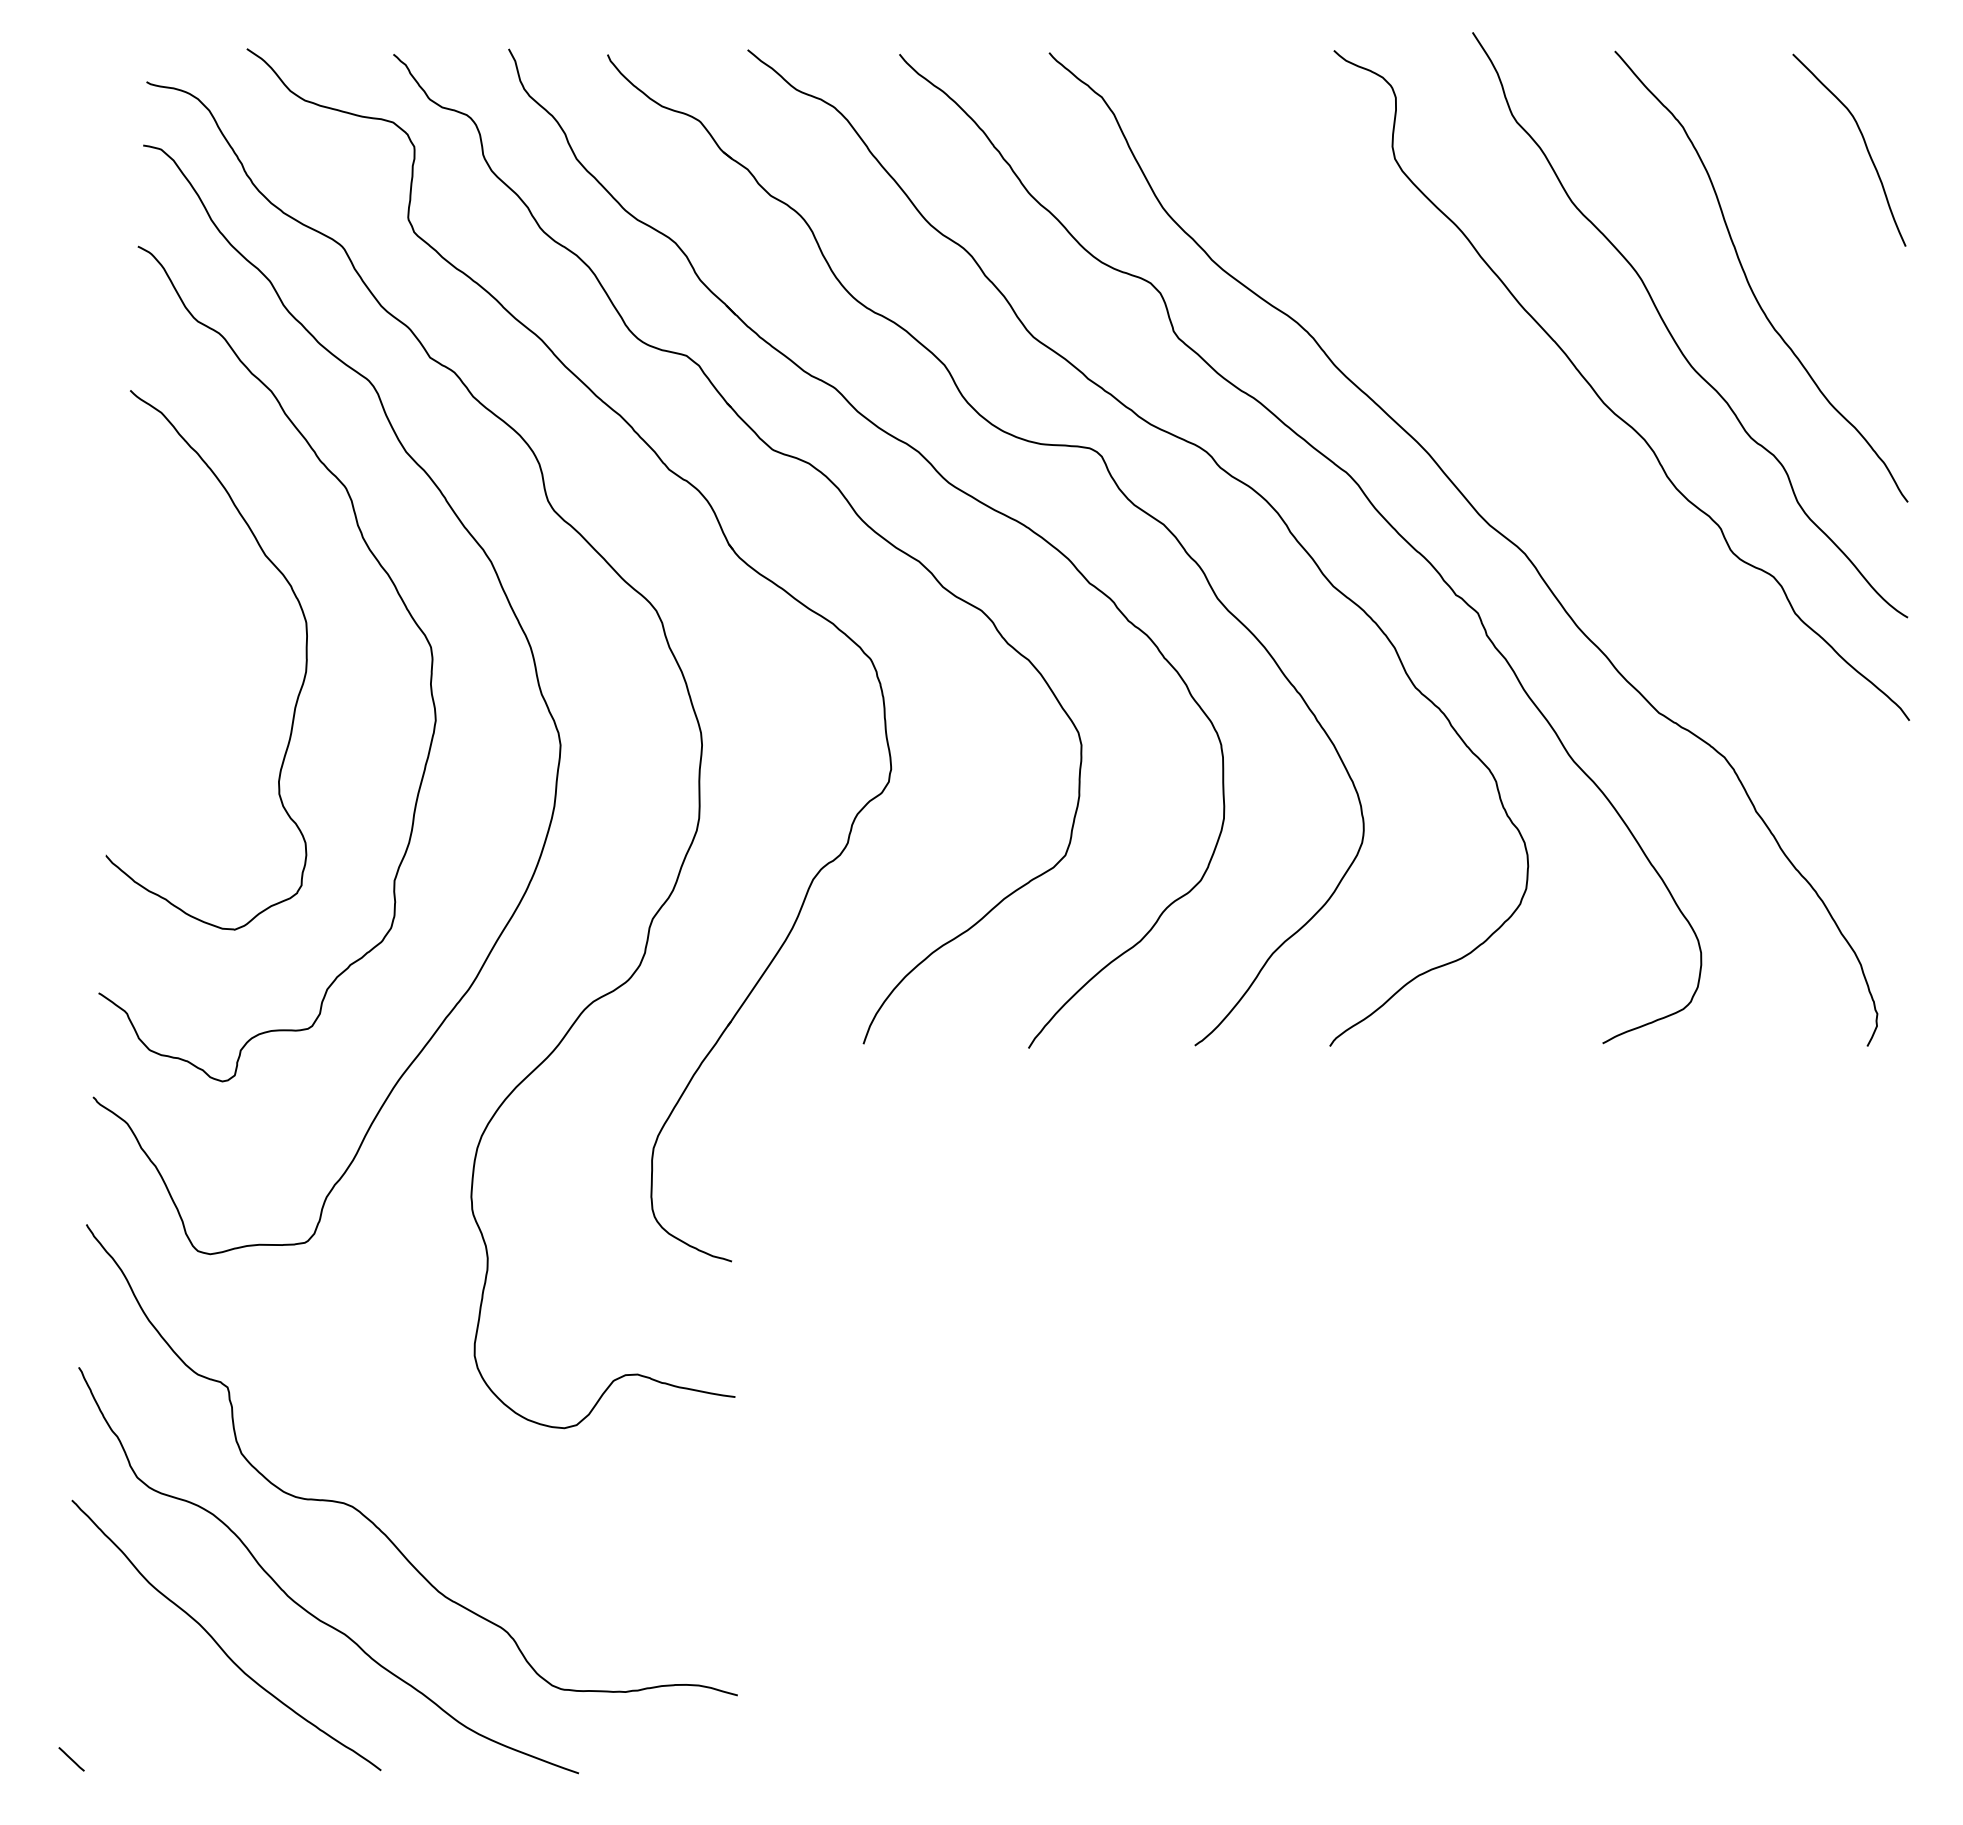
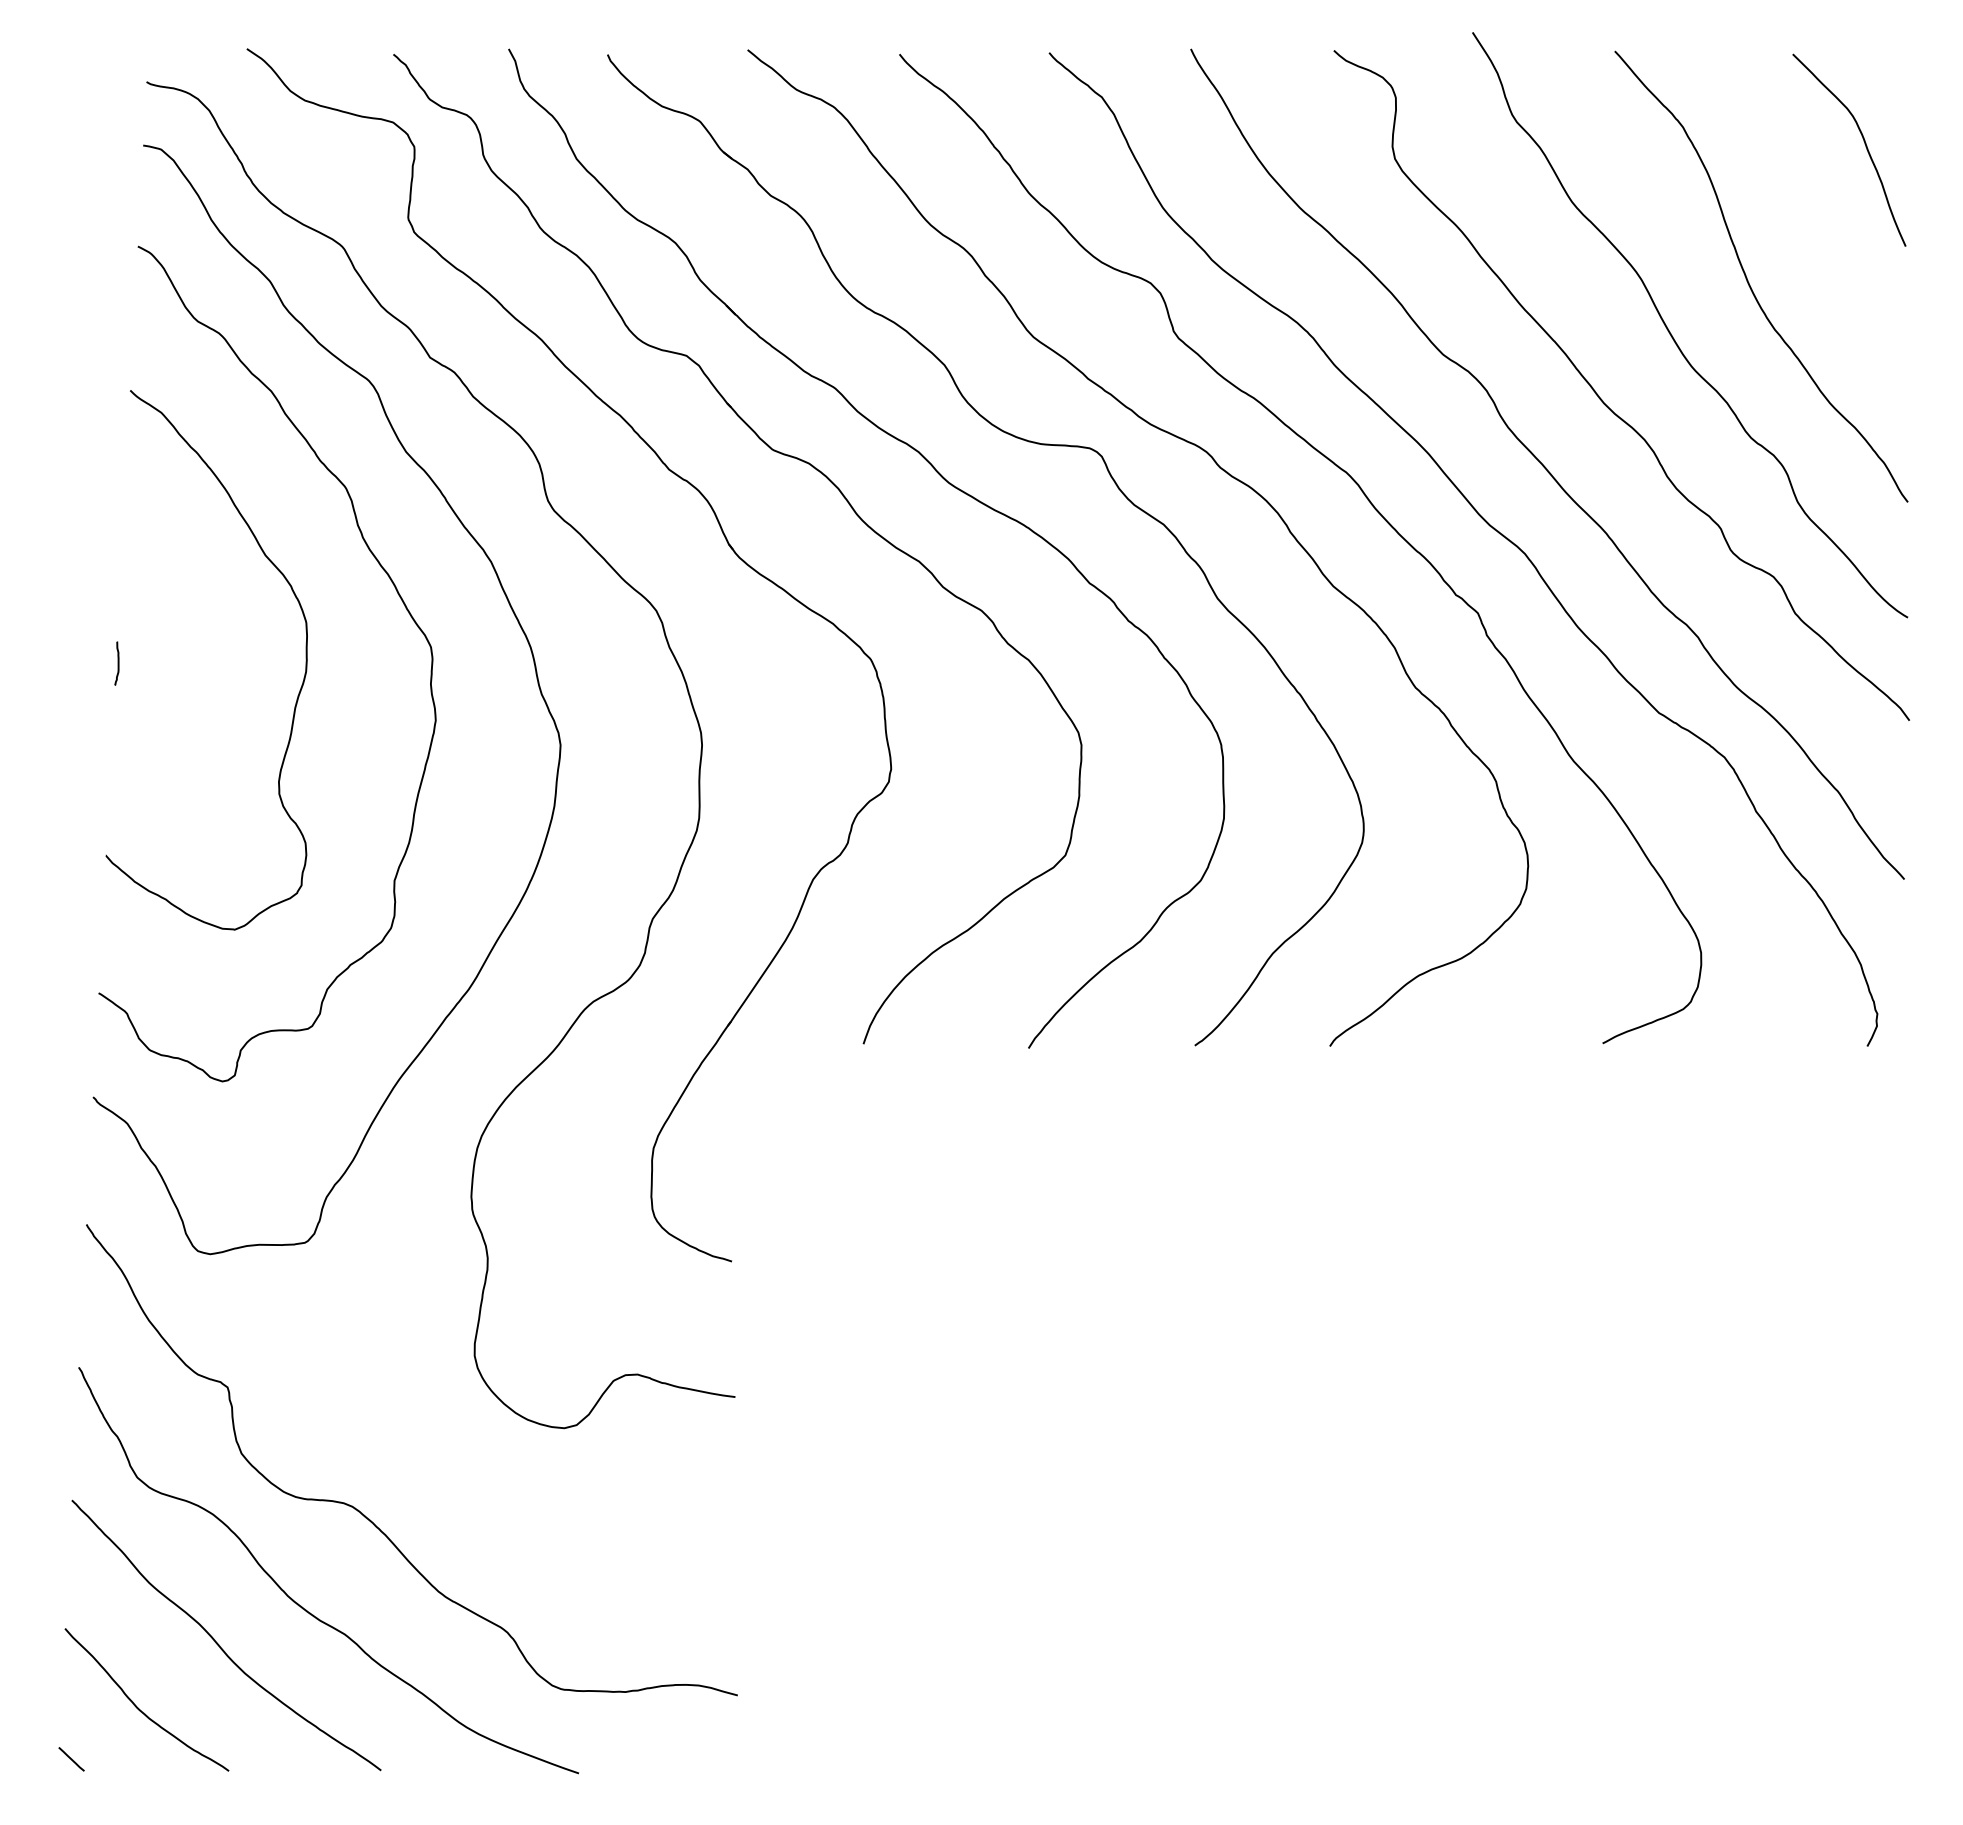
curve at (1544, 465): none -> present
curve at (117, 663): none -> present
curve at (138, 1707): none -> present
